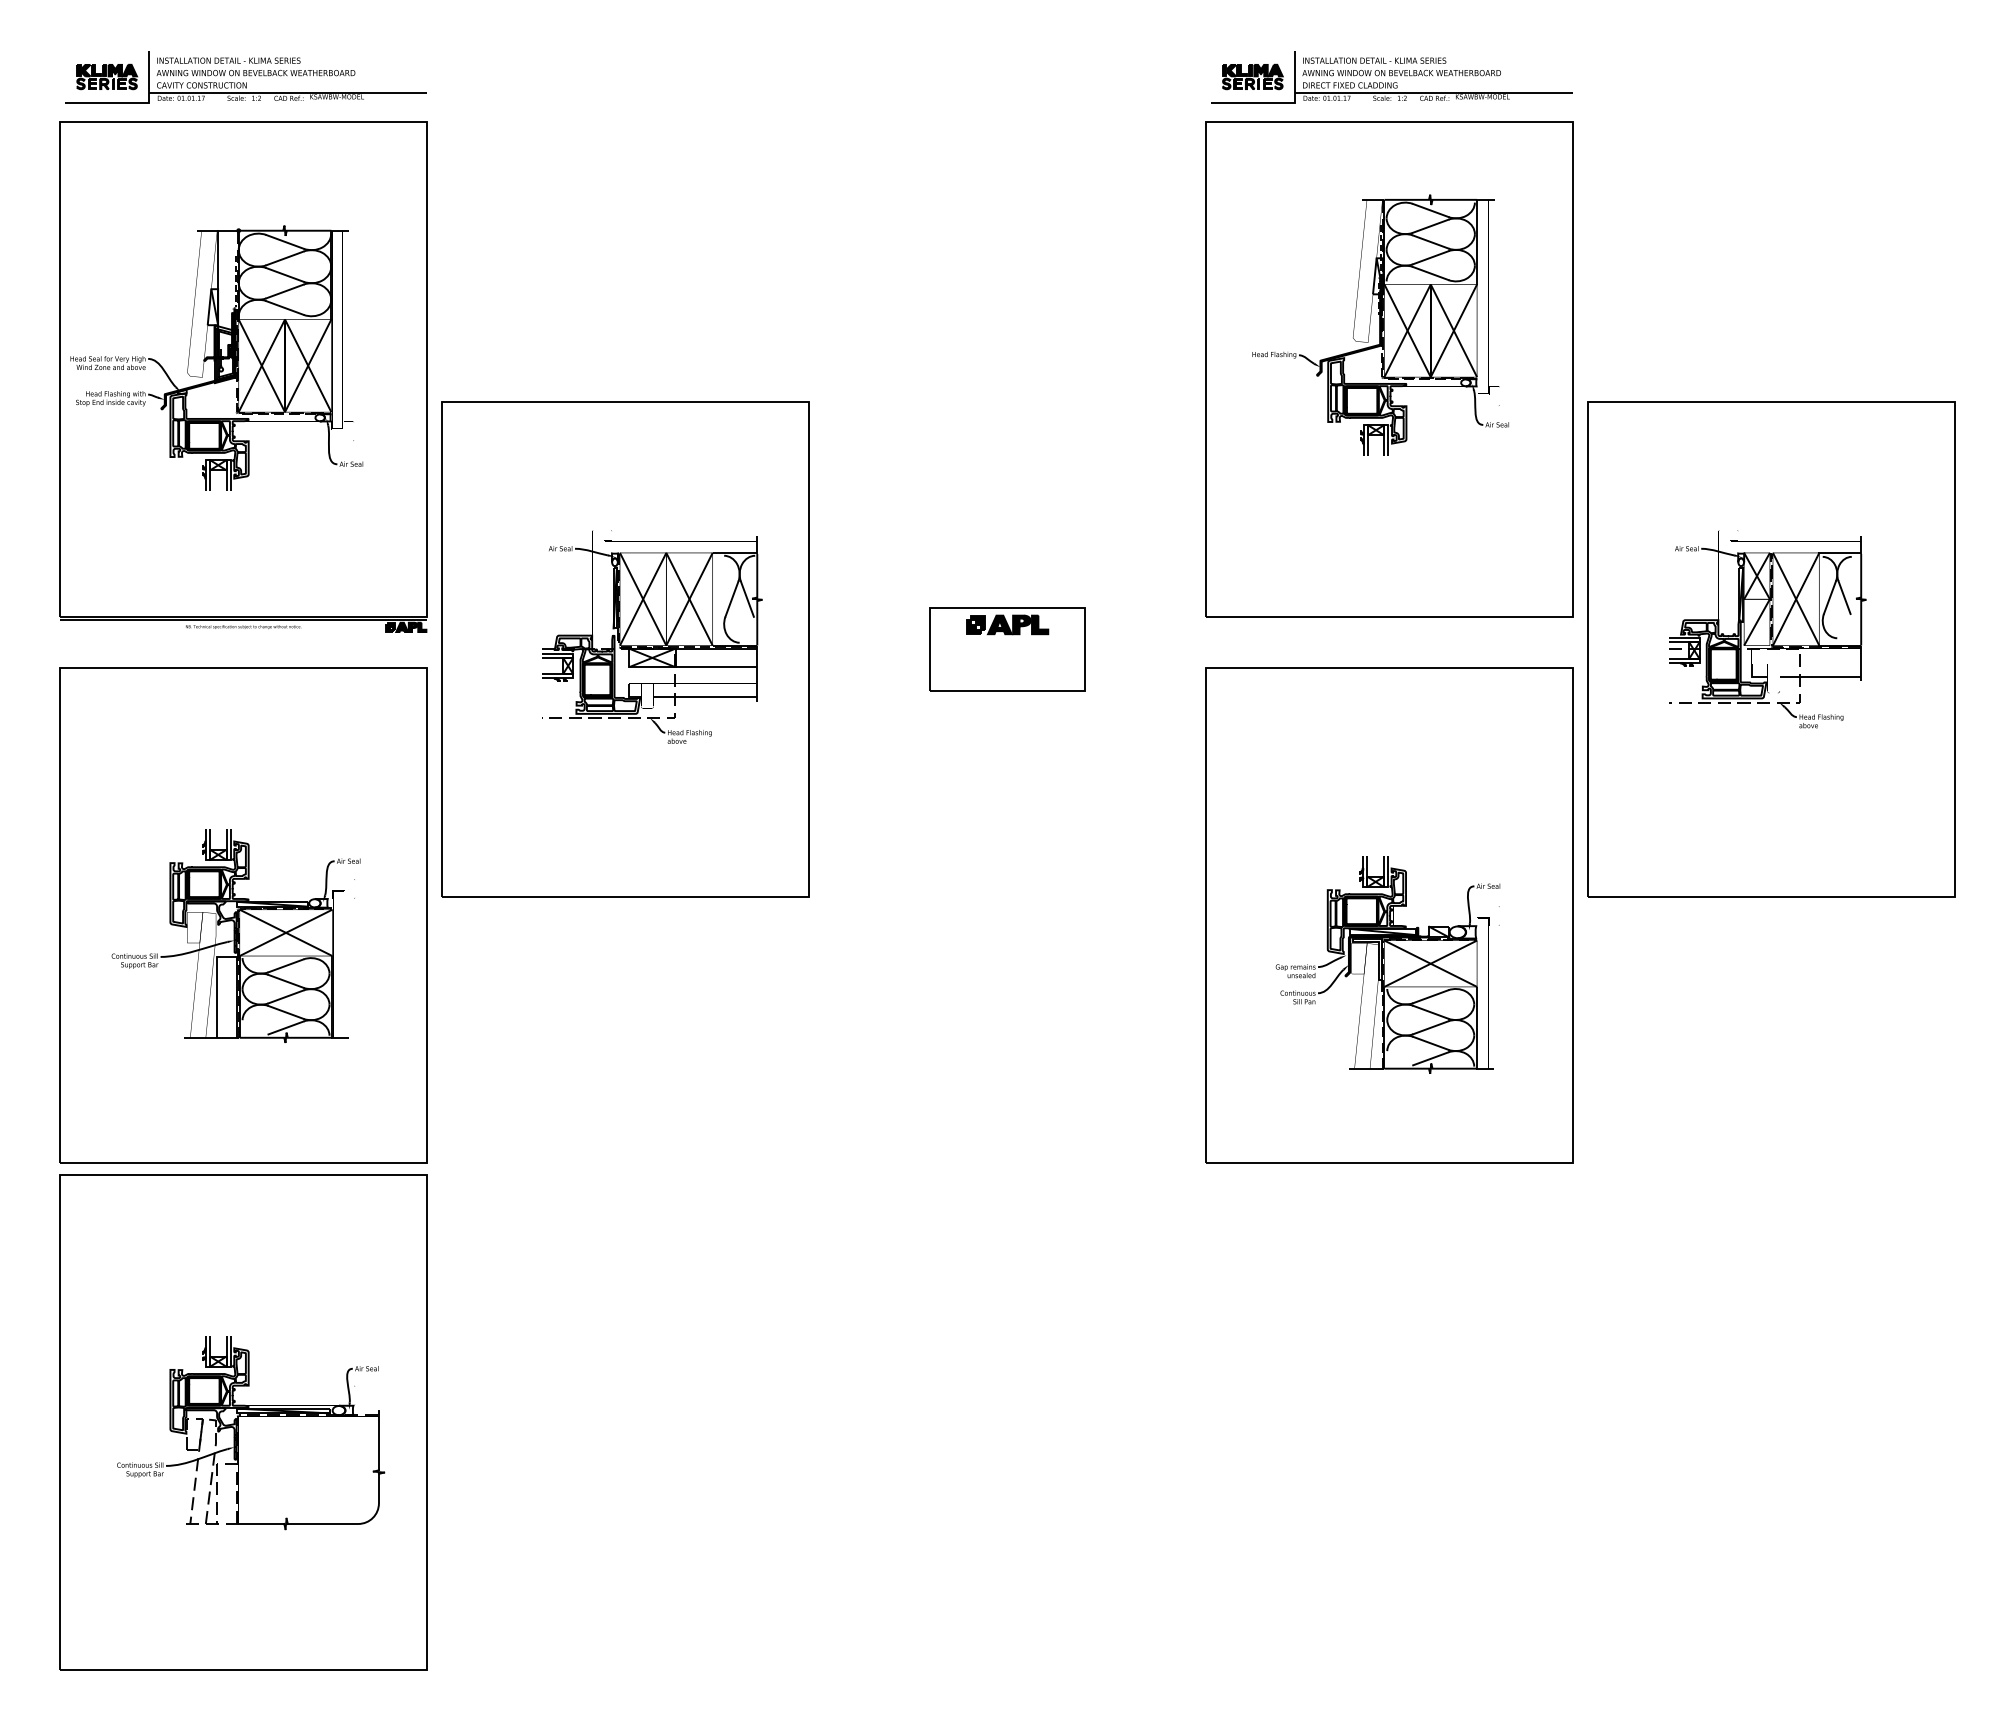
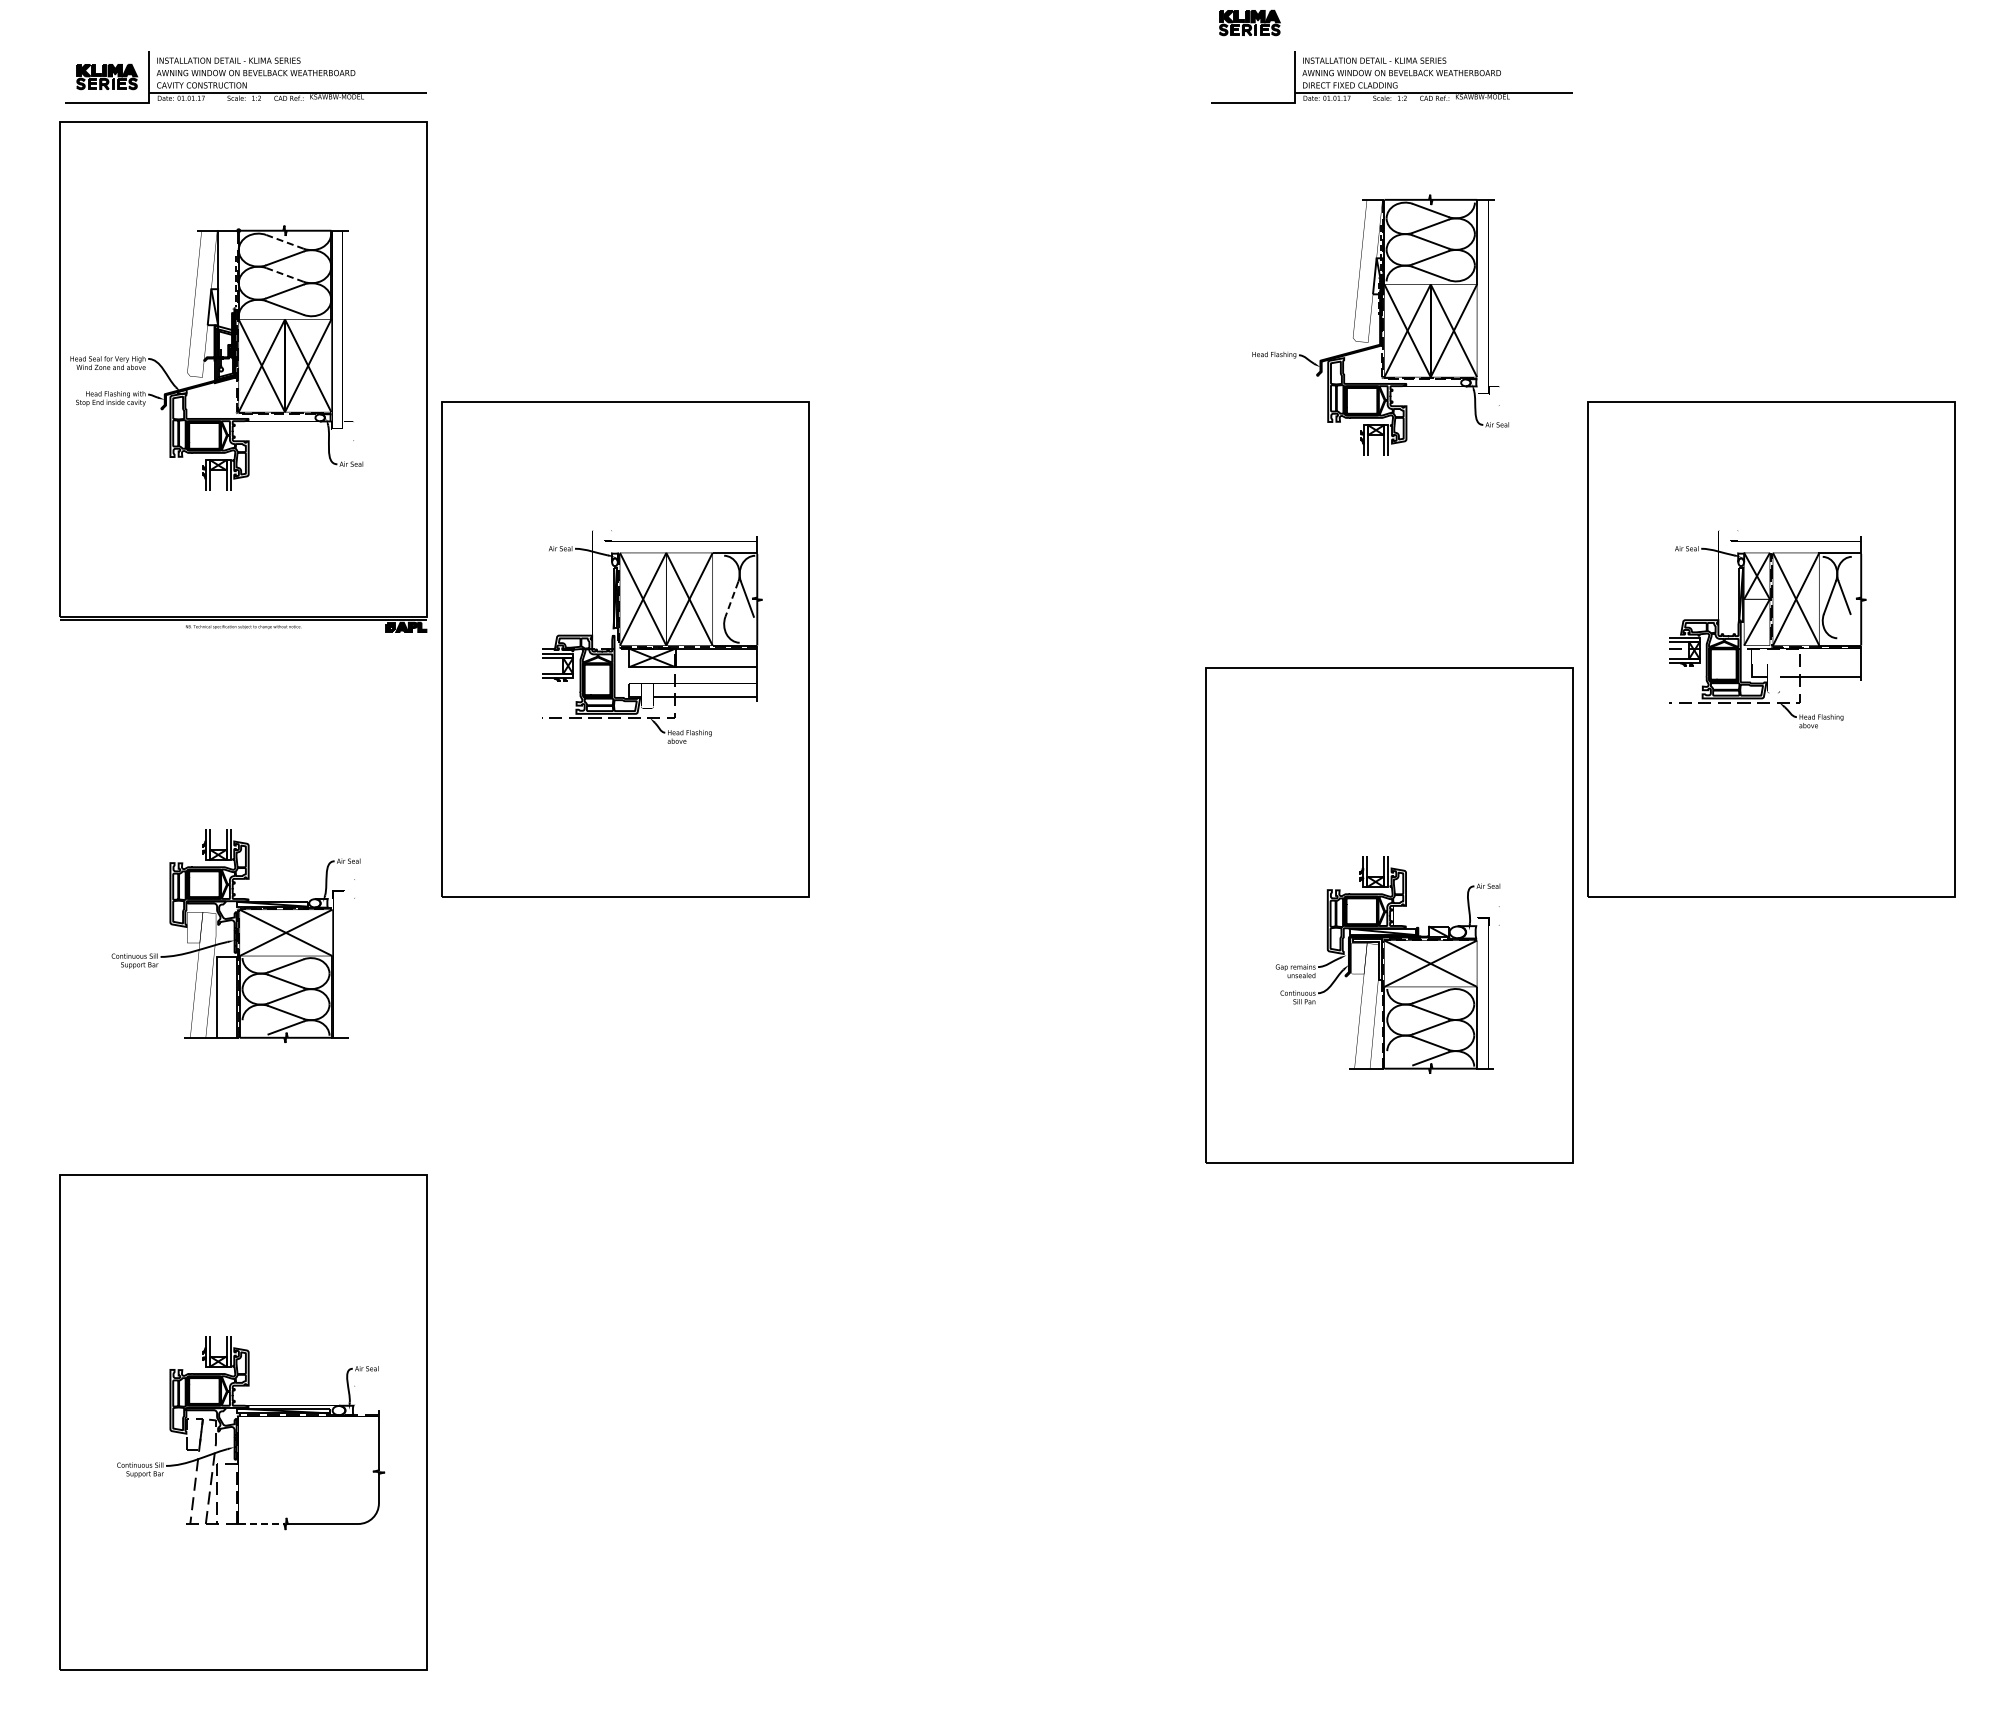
part at (1252, 76) position: (1252, 76) -> (1249, 22)
line at (285, 241): solid -> dashed
line at (285, 274): solid -> dashed
part at (1389, 369): present -> none
line at (731, 599): solid -> dashed
part at (1007, 649): present -> none
part at (243, 915): present -> none
line at (261, 1523): solid -> dashed
